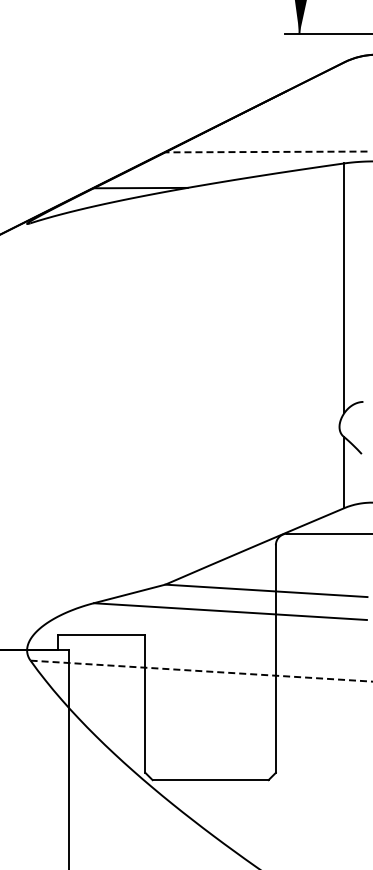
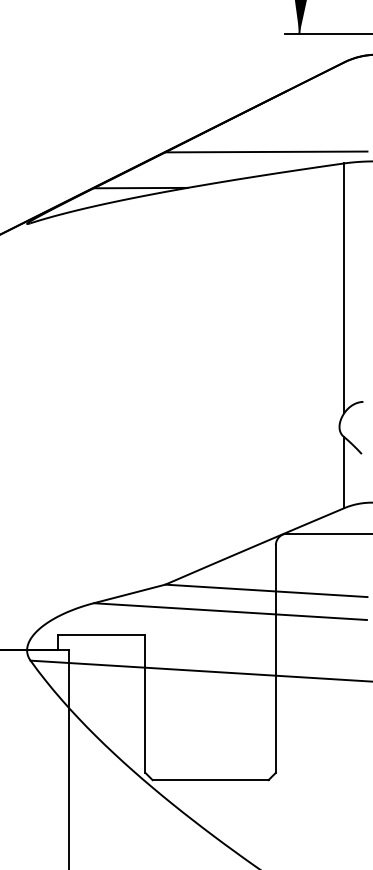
line at (265, 151): dashed -> solid
line at (202, 671): dashed -> solid
